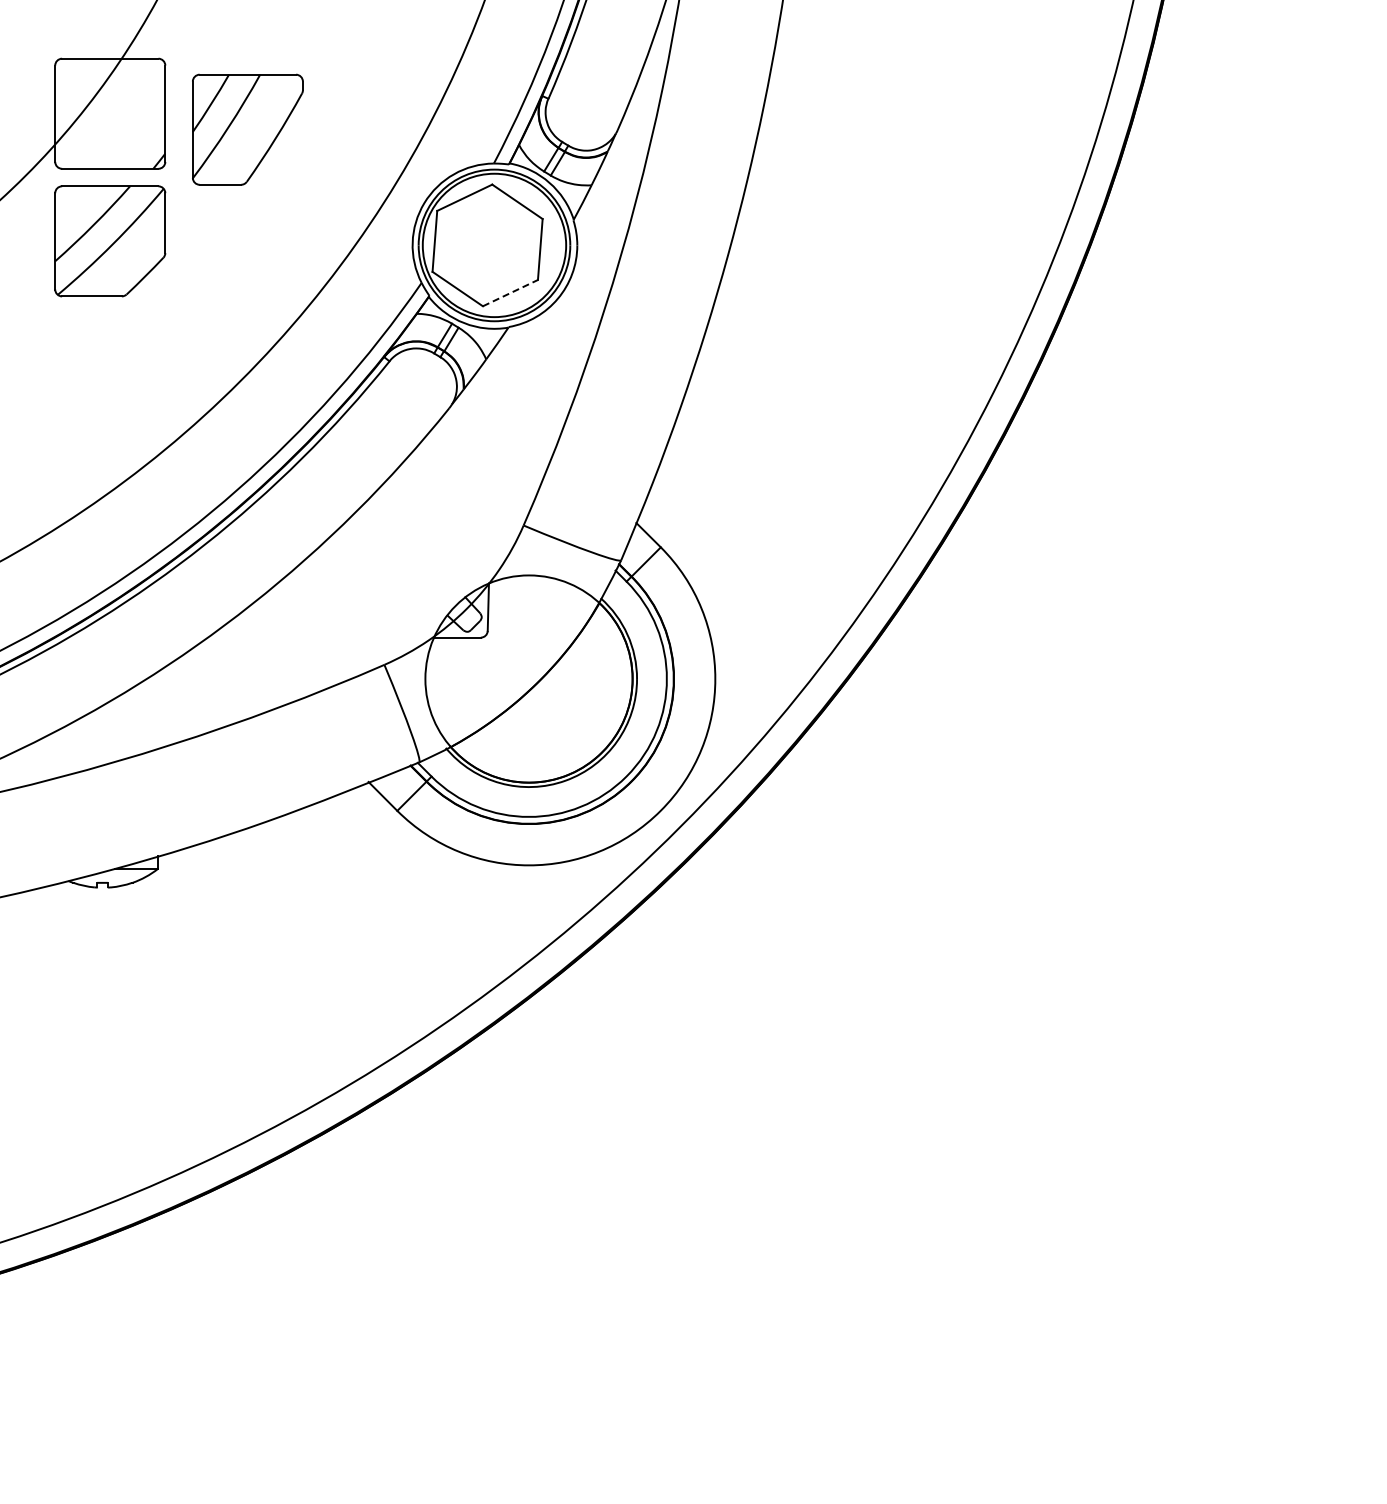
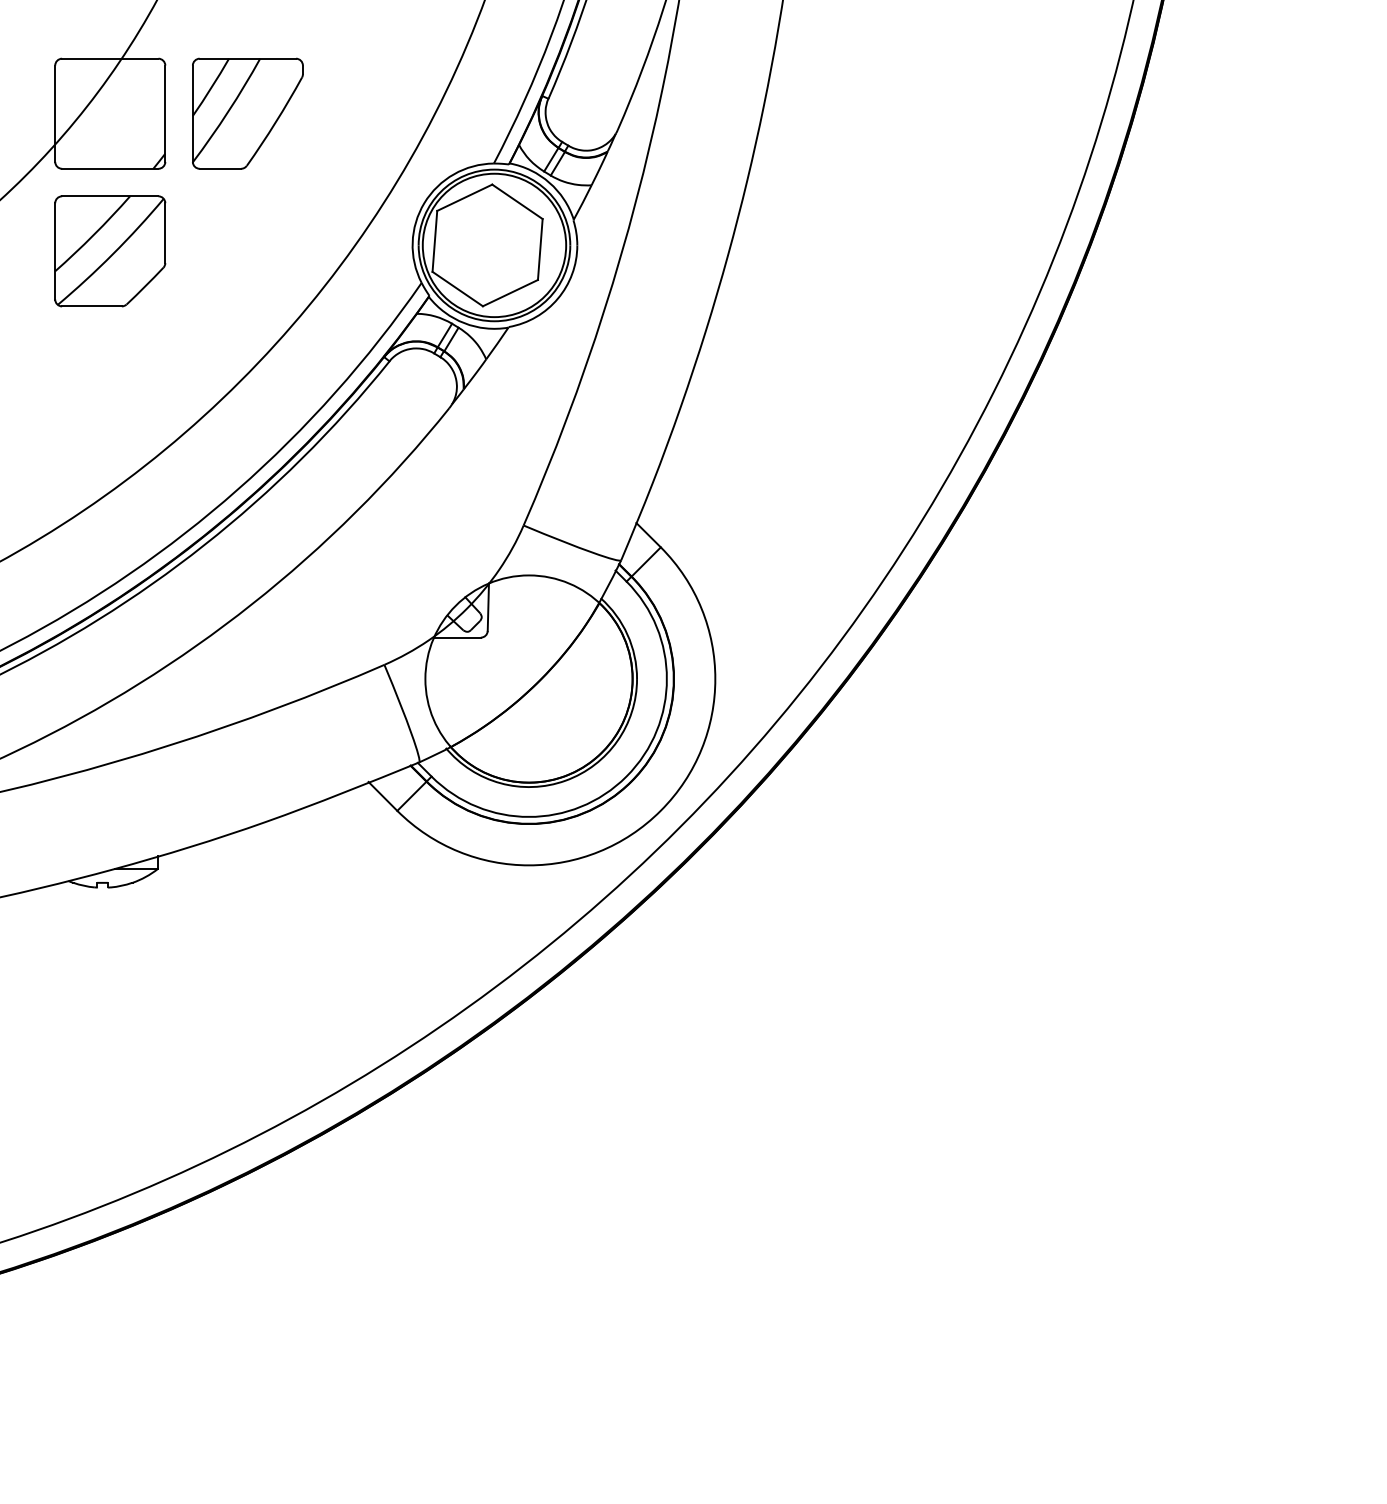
part at (247, 129) position: (247, 129) -> (247, 113)
part at (110, 241) position: (110, 241) -> (110, 251)
line at (510, 292): dashed -> solid
